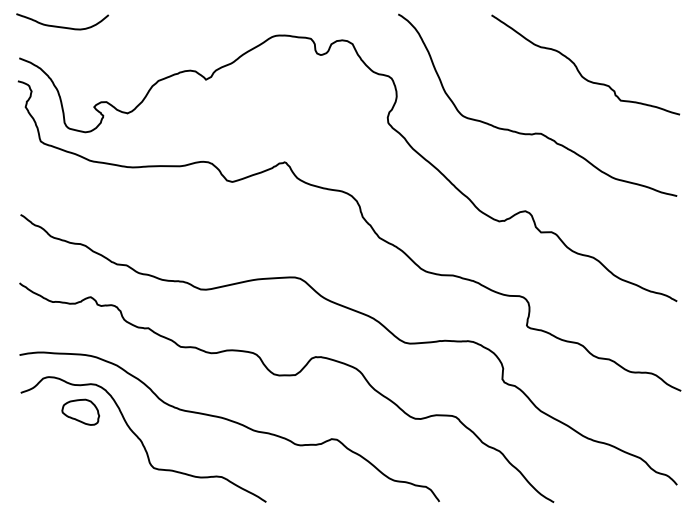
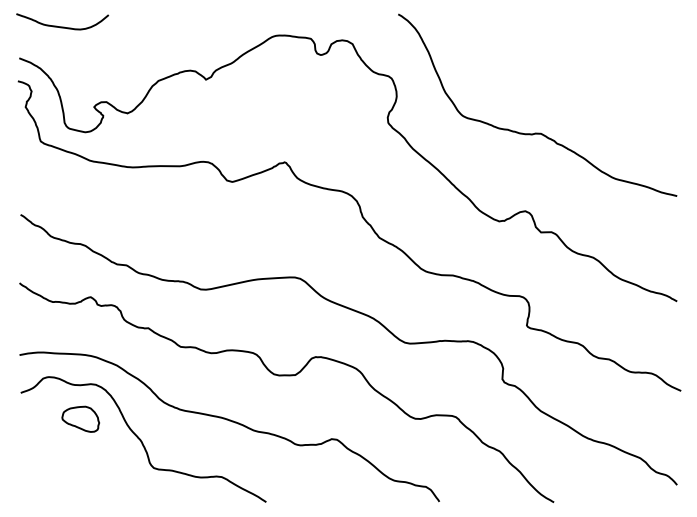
curve at (577, 66): present -> none
part at (80, 411) position: (80, 411) -> (80, 418)
